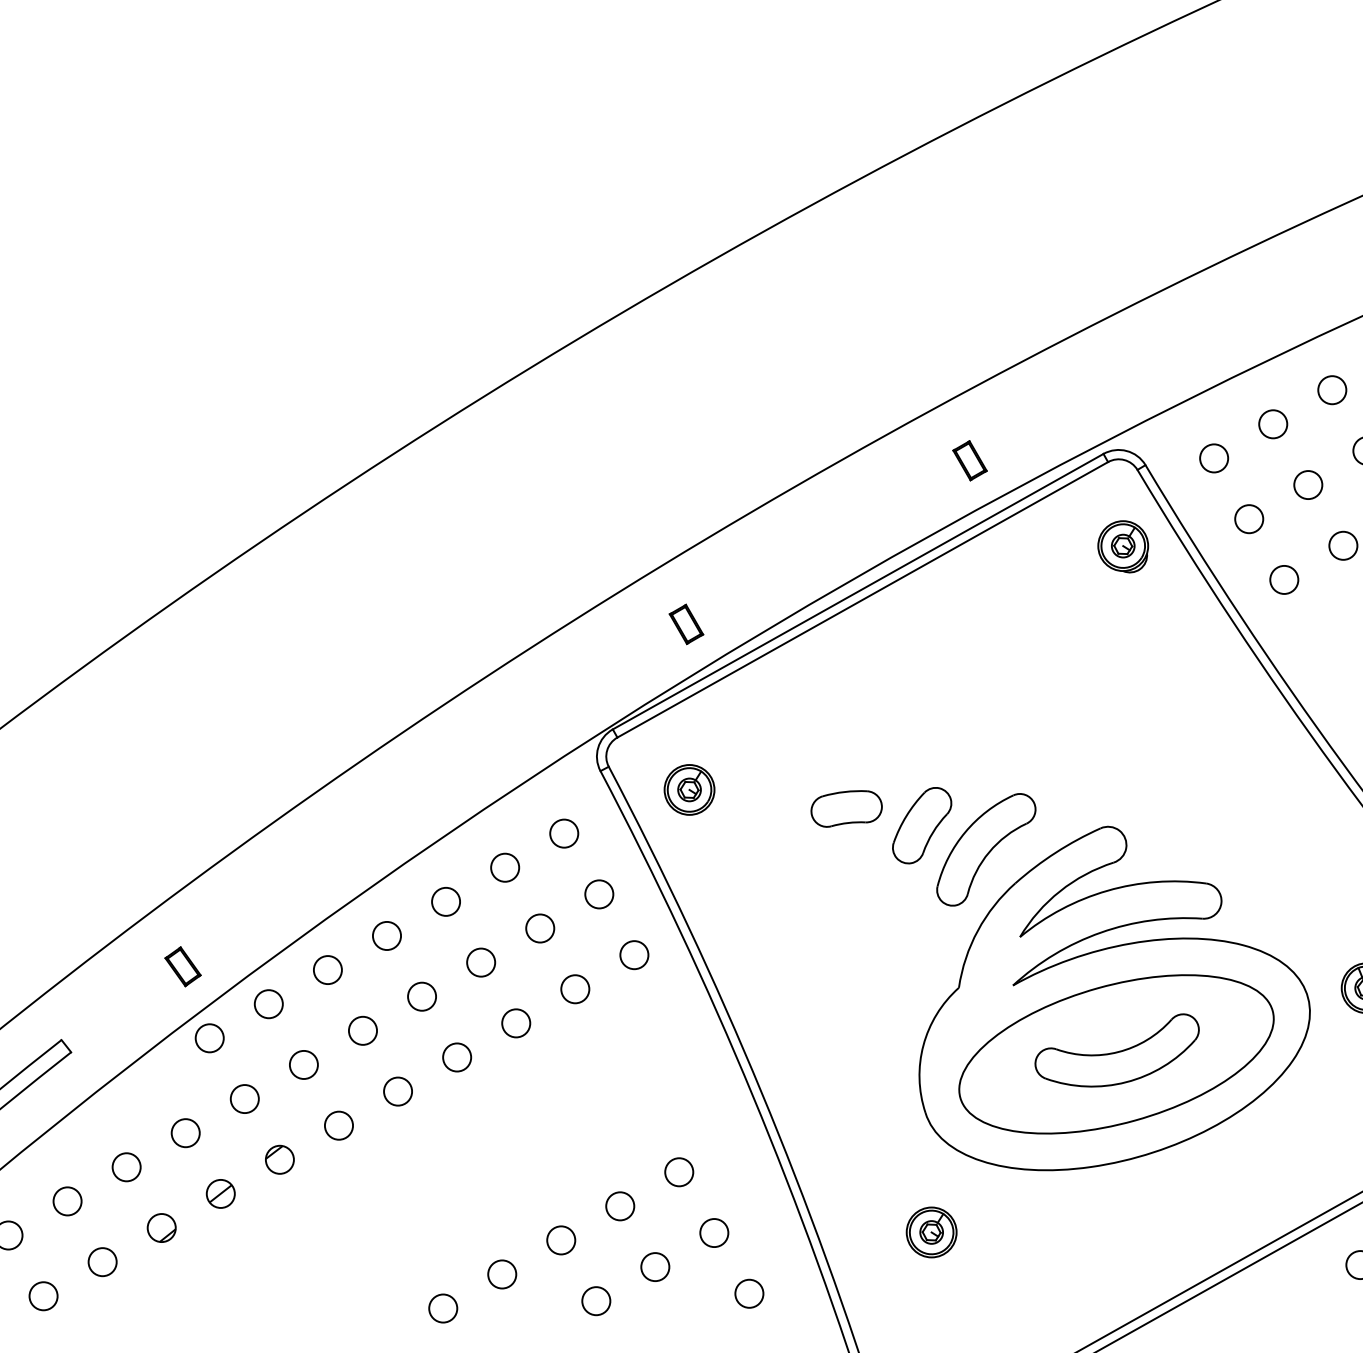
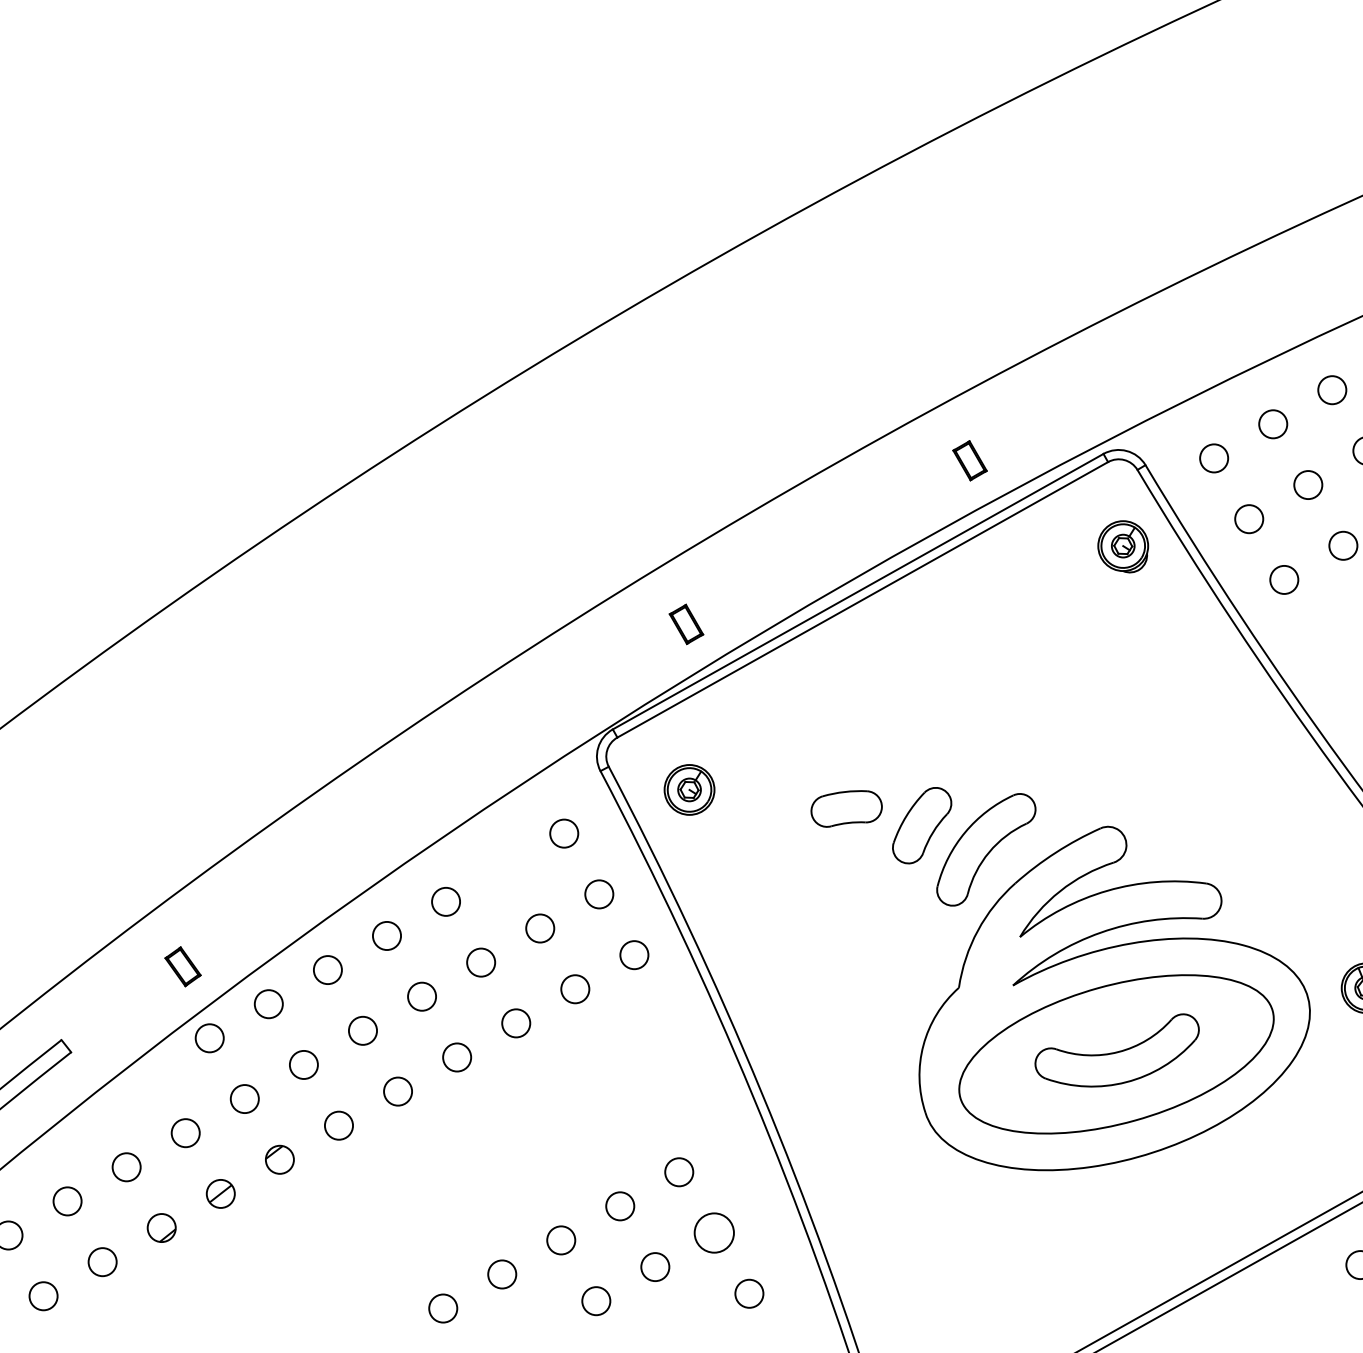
circle at (505, 867): present -> none
part at (931, 1232): present -> none
circle at (714, 1233) diameter: 28 px -> 39 px
